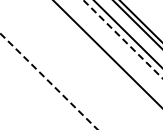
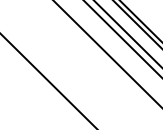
line at (122, 39): dashed -> solid
line at (49, 81): dashed -> solid
